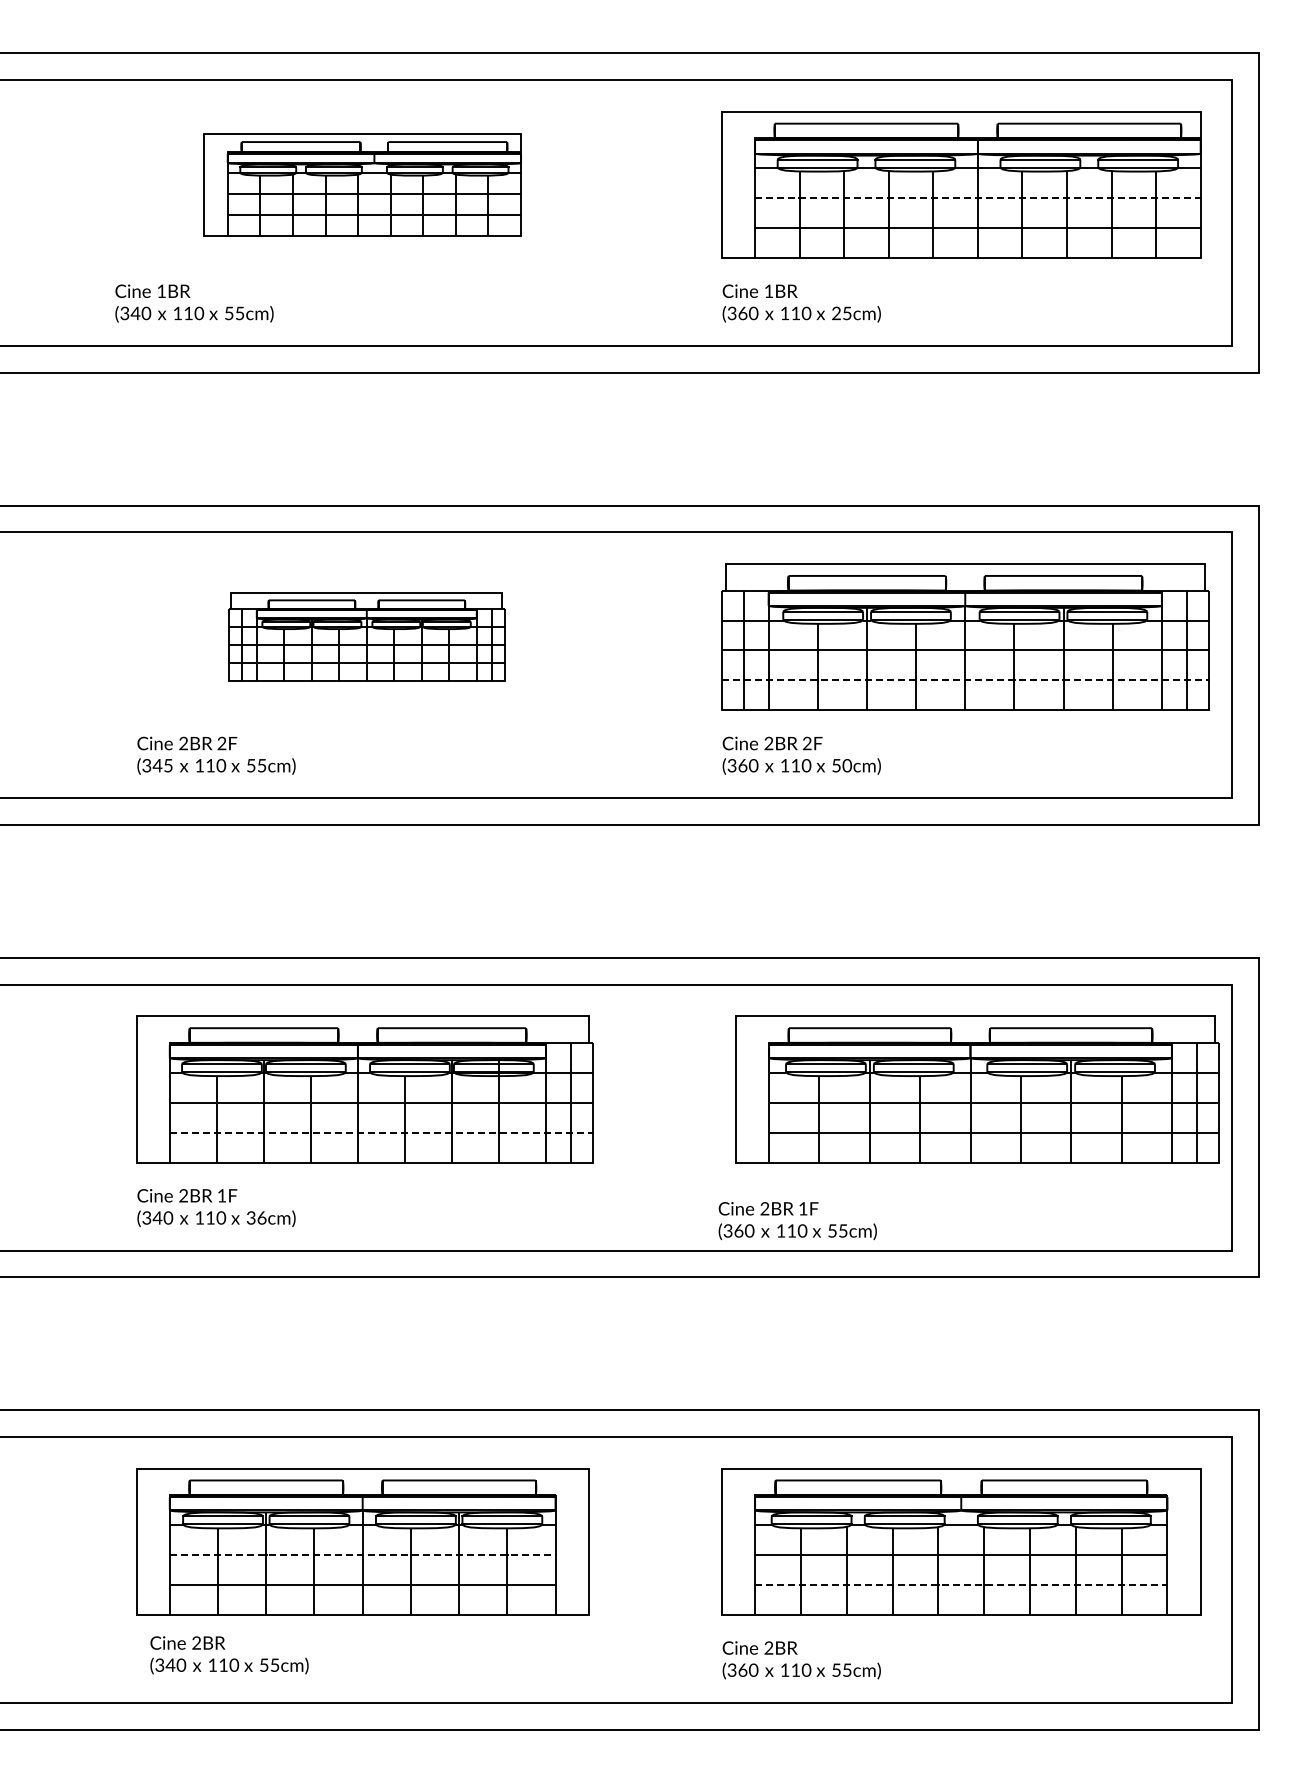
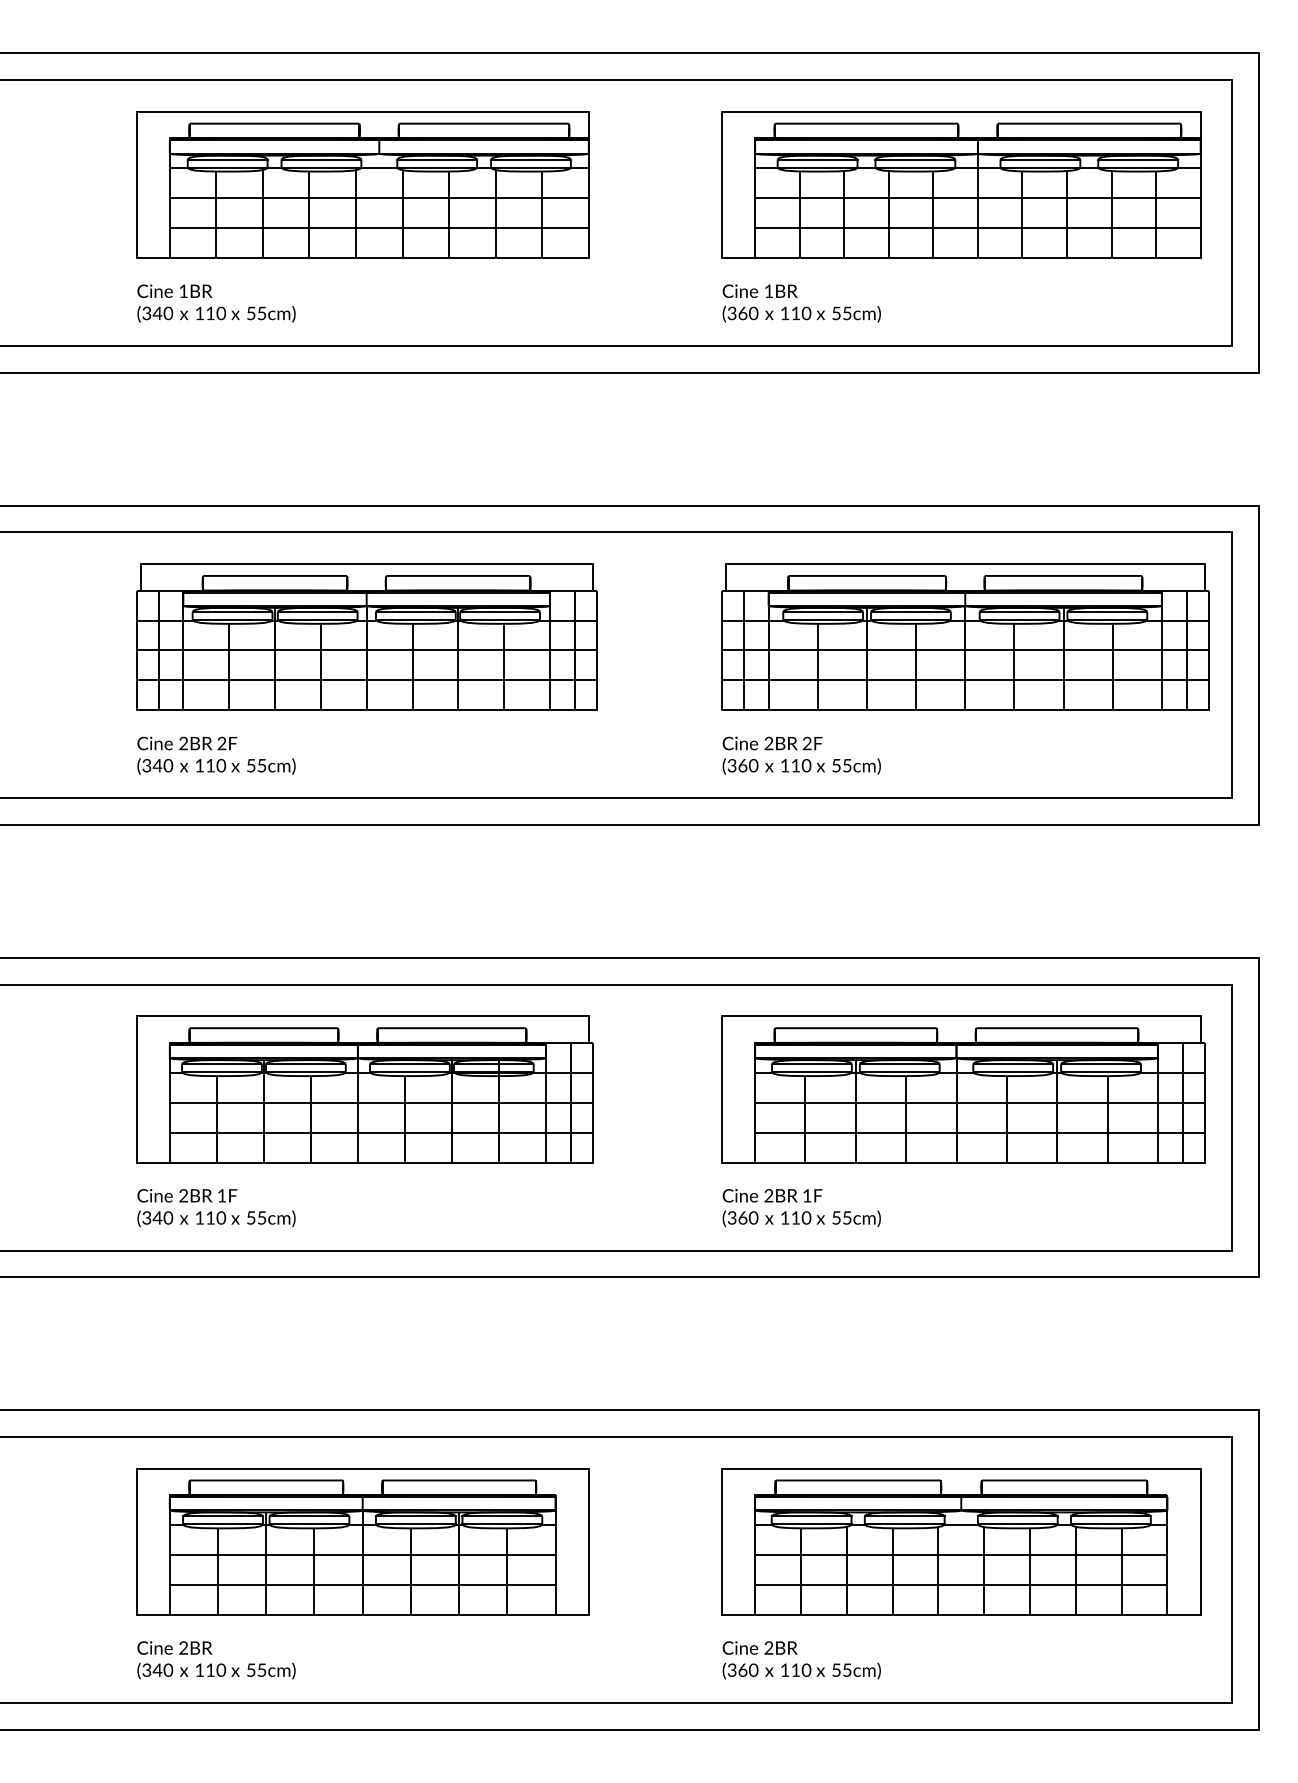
part at (362, 184) size: 319x104 px -> 454x148 px
line at (977, 198): dashed -> solid
text at (194, 303) position: (194, 303) -> (216, 303)
text at (836, 313): 25cm) -> 55cm)
part at (366, 636) size: 278x90 px -> 462x148 px
line at (965, 680): dashed -> solid
text at (168, 765): (345 -> (340
text at (847, 765): 50cm) -> 55cm)
part at (977, 1089) position: (977, 1089) -> (963, 1089)
line at (381, 1132): dashed -> solid
text at (256, 1217): 36cm) -> 55cm)
text at (797, 1221) position: (797, 1221) -> (801, 1208)
line at (362, 1554): dashed -> solid
line at (961, 1584): dashed -> solid
text at (229, 1655) position: (229, 1655) -> (216, 1660)
